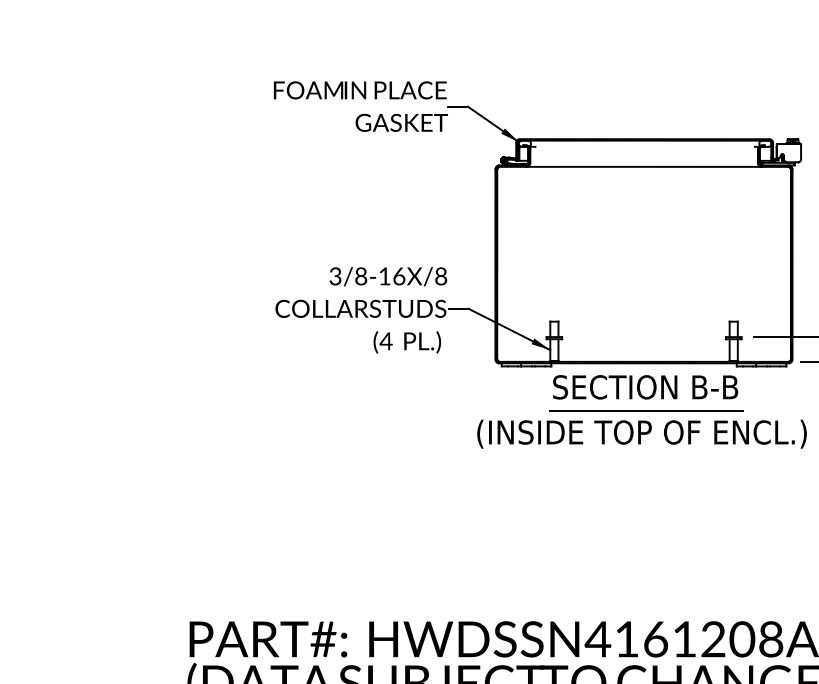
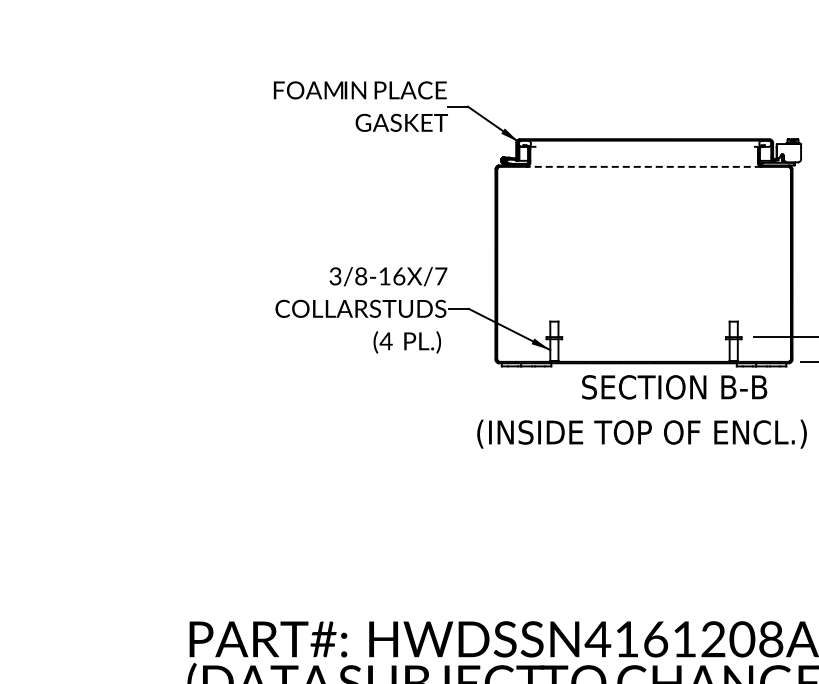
line at (644, 166): solid -> dashed
text at (441, 276): X/8 -> X/7
text at (645, 387) position: (645, 387) -> (674, 387)
line at (646, 410): present -> none
